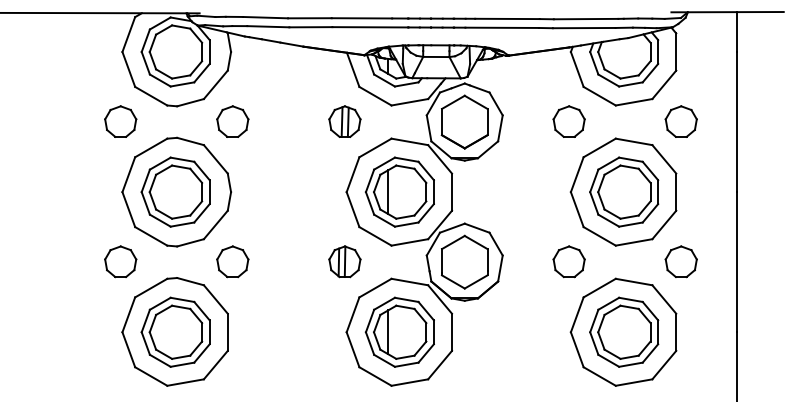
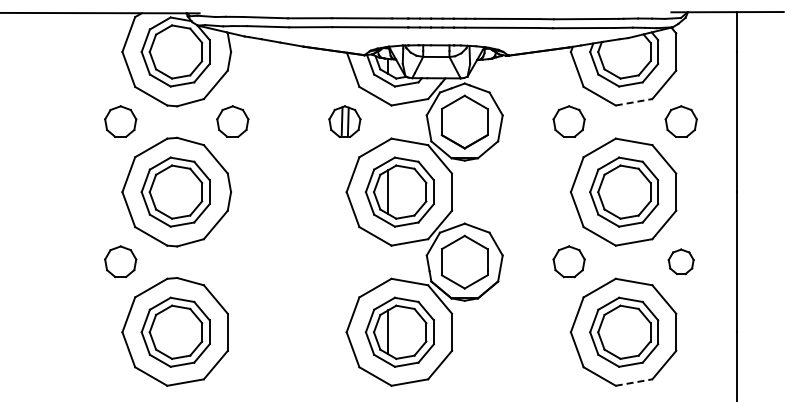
line at (634, 102): solid -> dashed
part at (232, 261): present -> none
part at (344, 261): present -> none
part at (680, 261) size: 34x34 px -> 28x28 px
line at (634, 382): solid -> dashed
